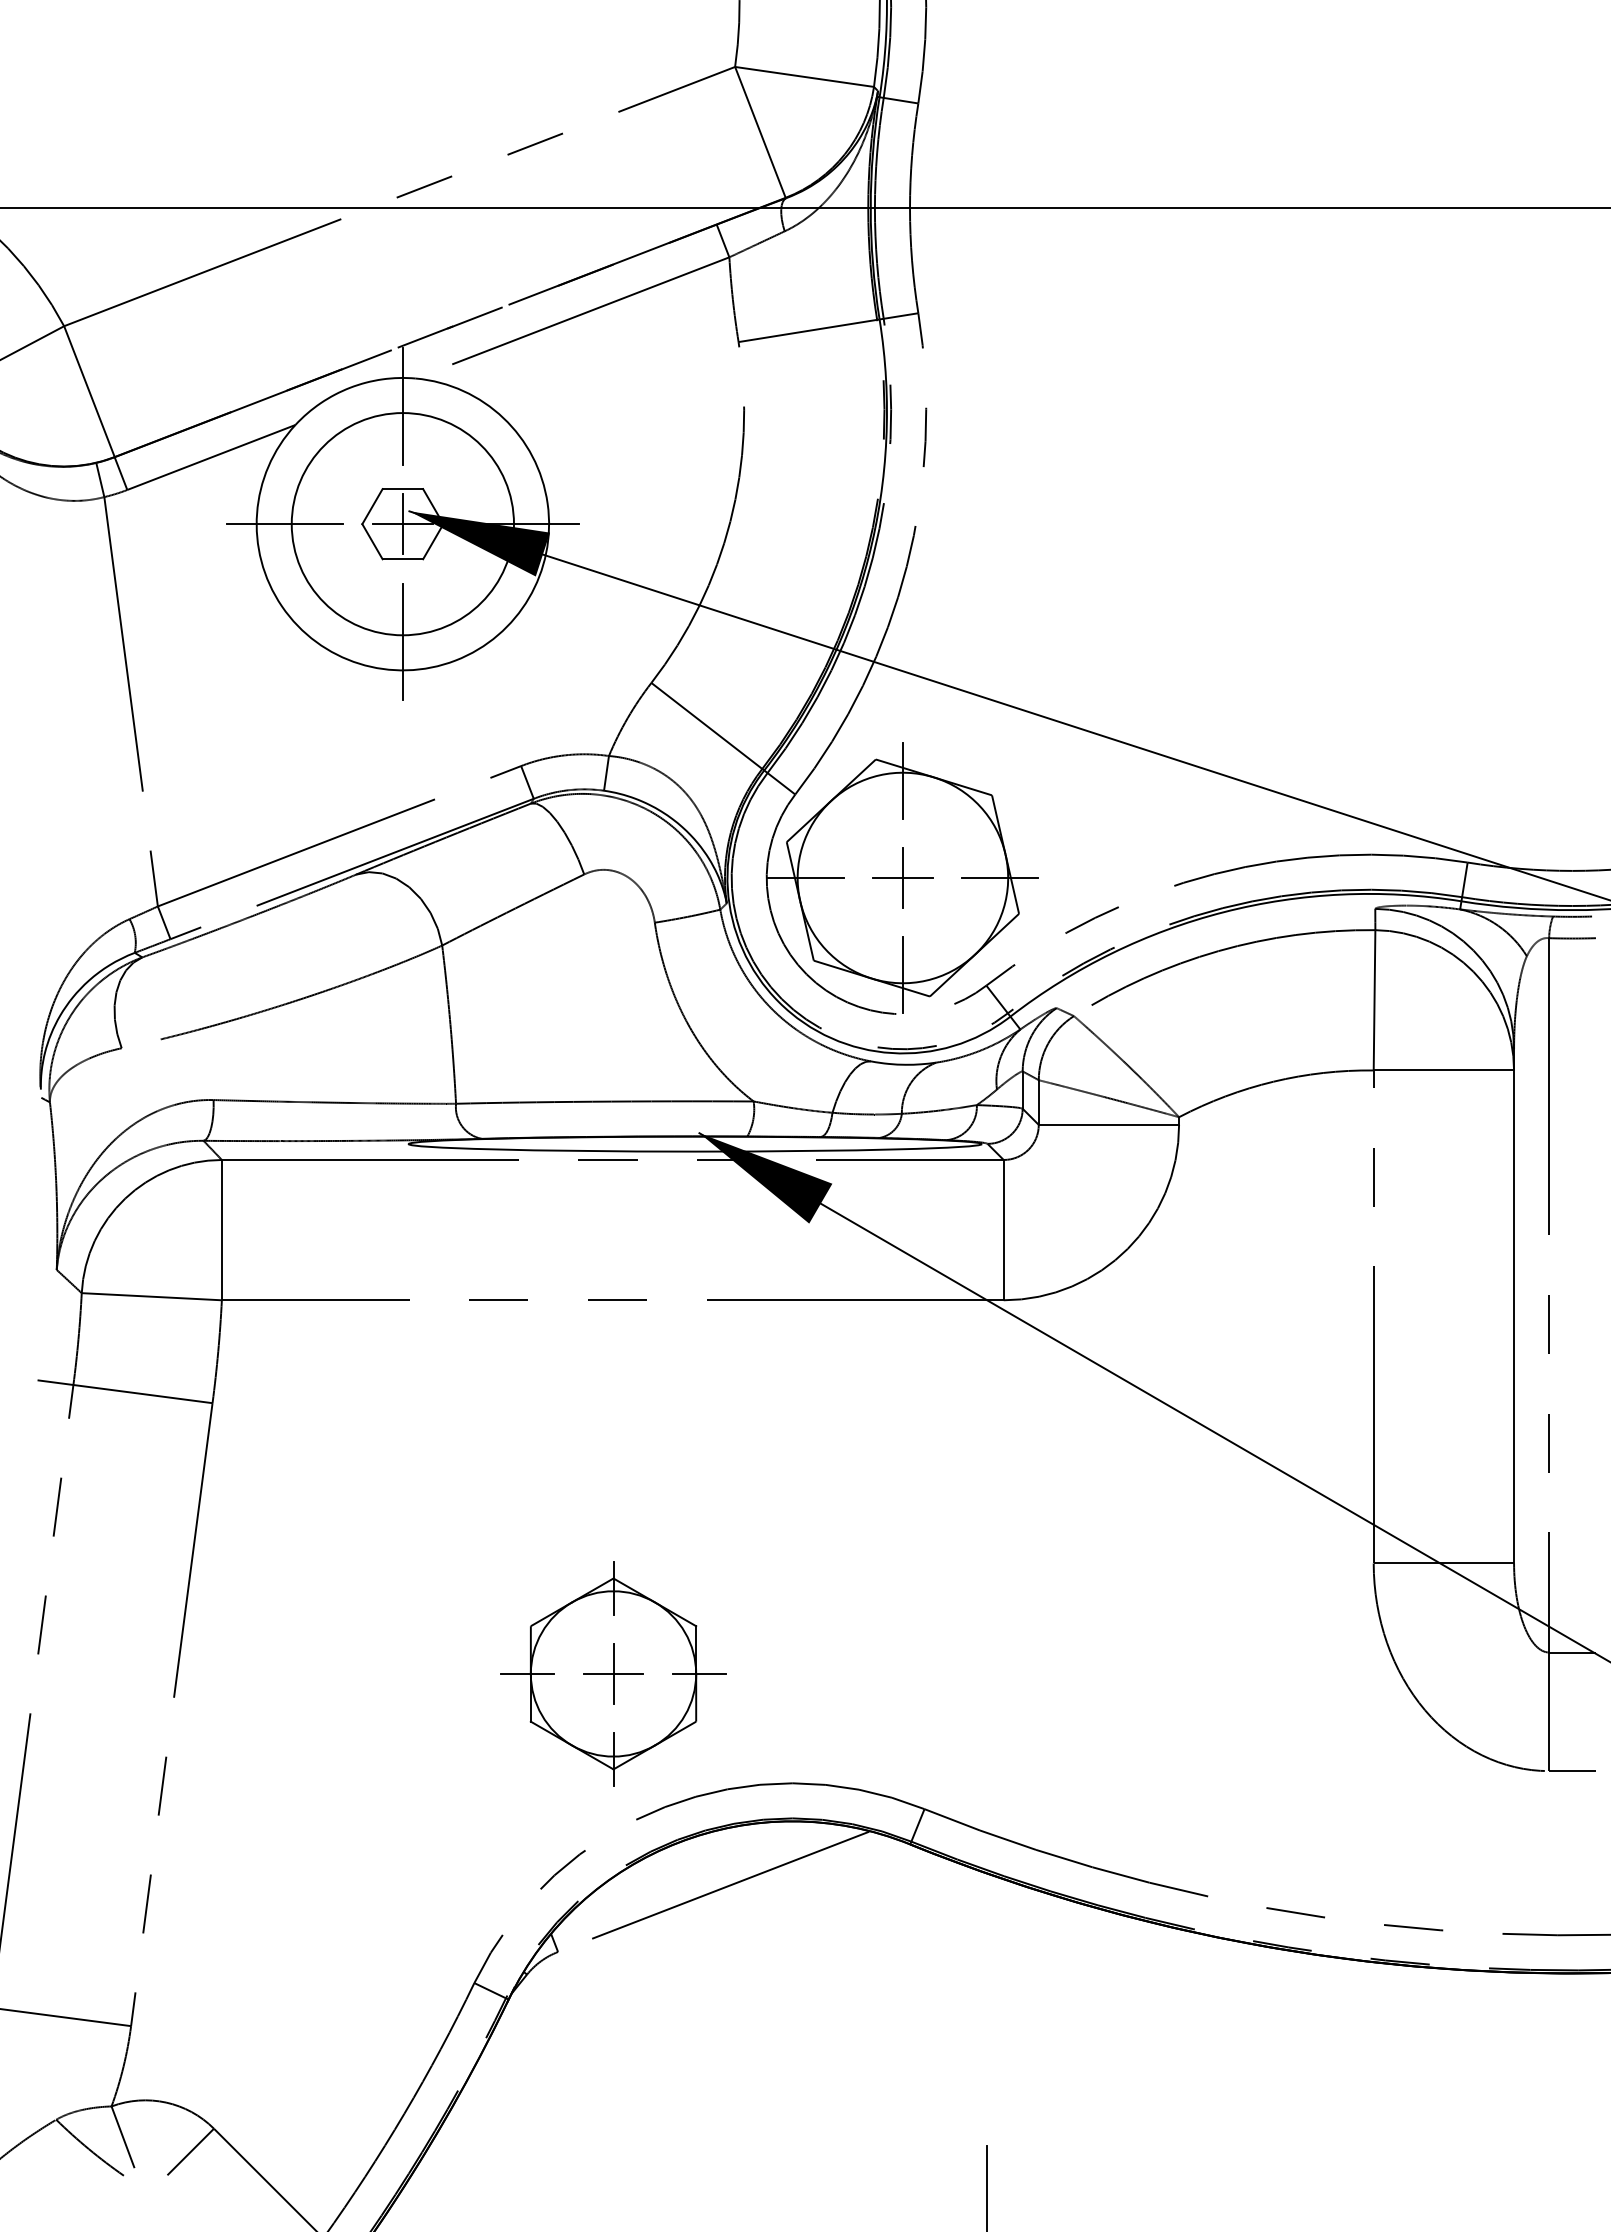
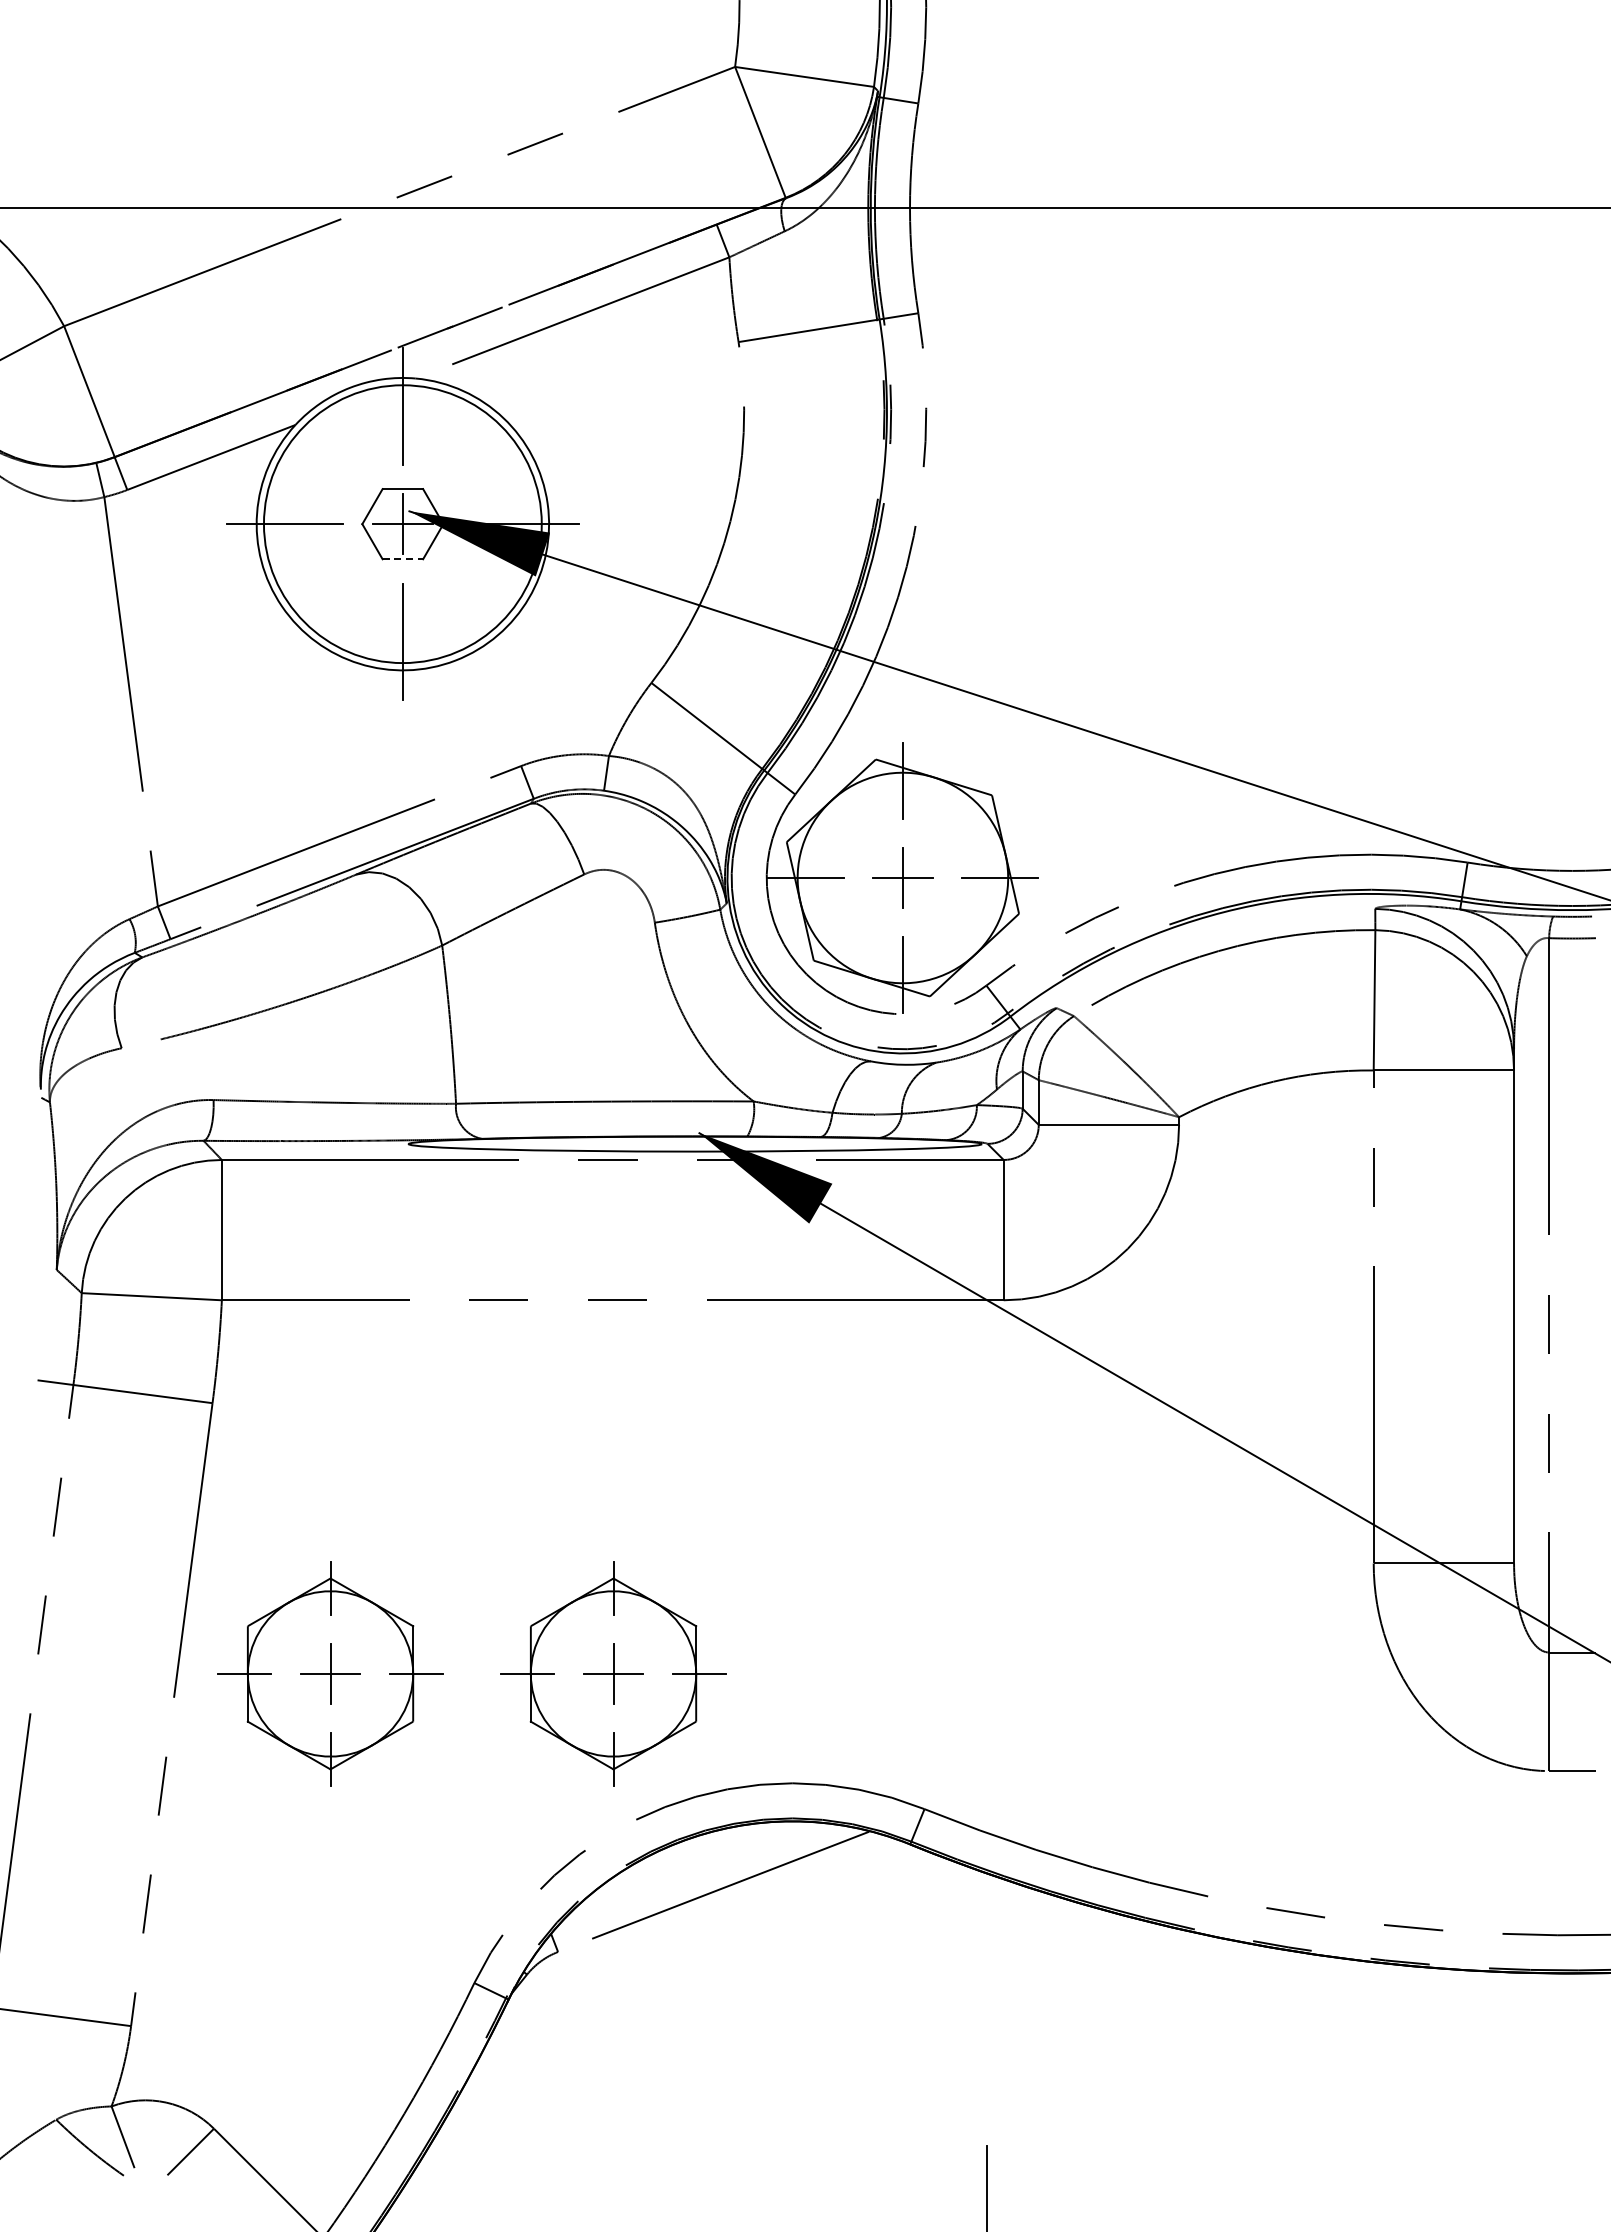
circle at (402, 524) diameter: 222 px -> 278 px
line at (403, 559): solid -> dashed
part at (330, 1673): none -> present
